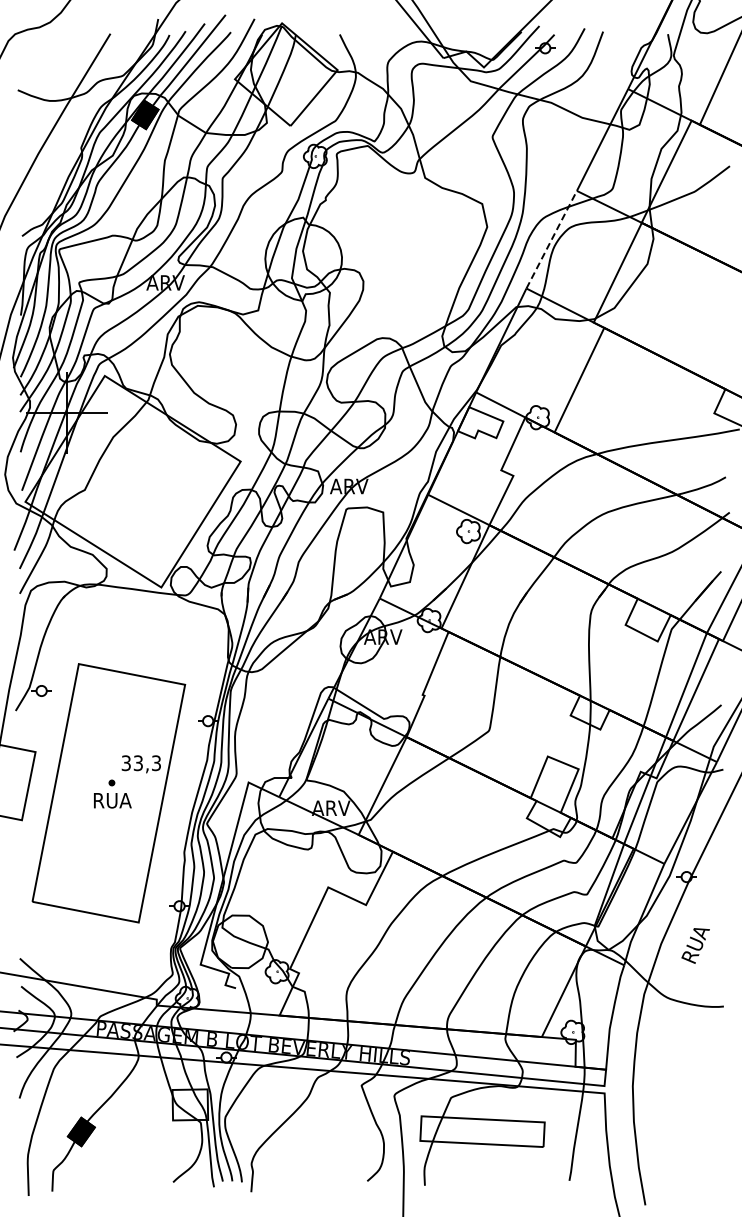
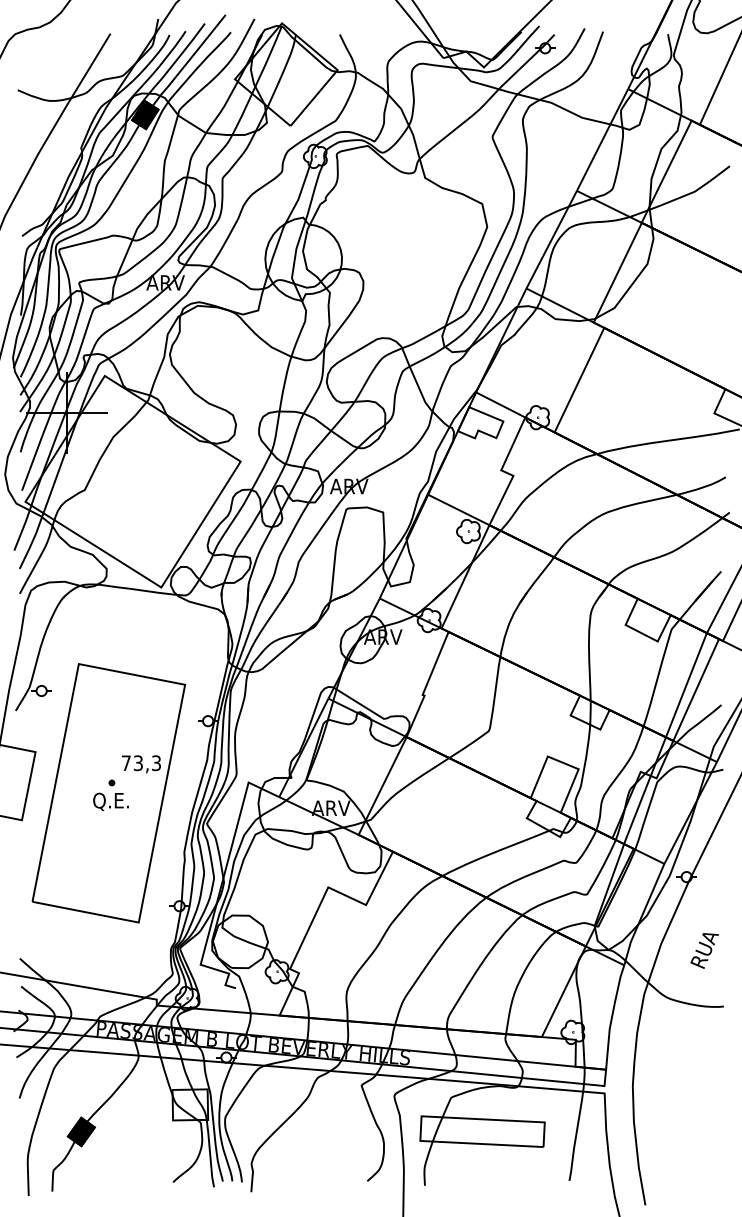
line at (551, 239): dashed -> solid
text at (125, 763): 33,3 -> 73,3
text at (112, 801): RUA -> Q.E.
text at (695, 945) position: (695, 945) -> (704, 950)
